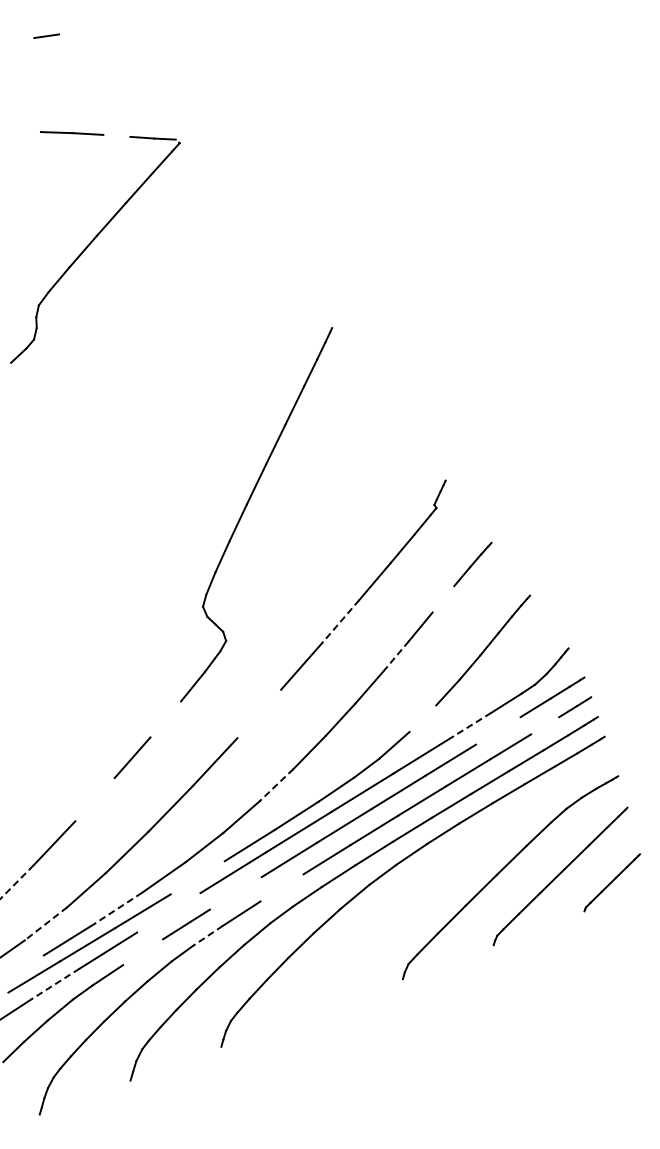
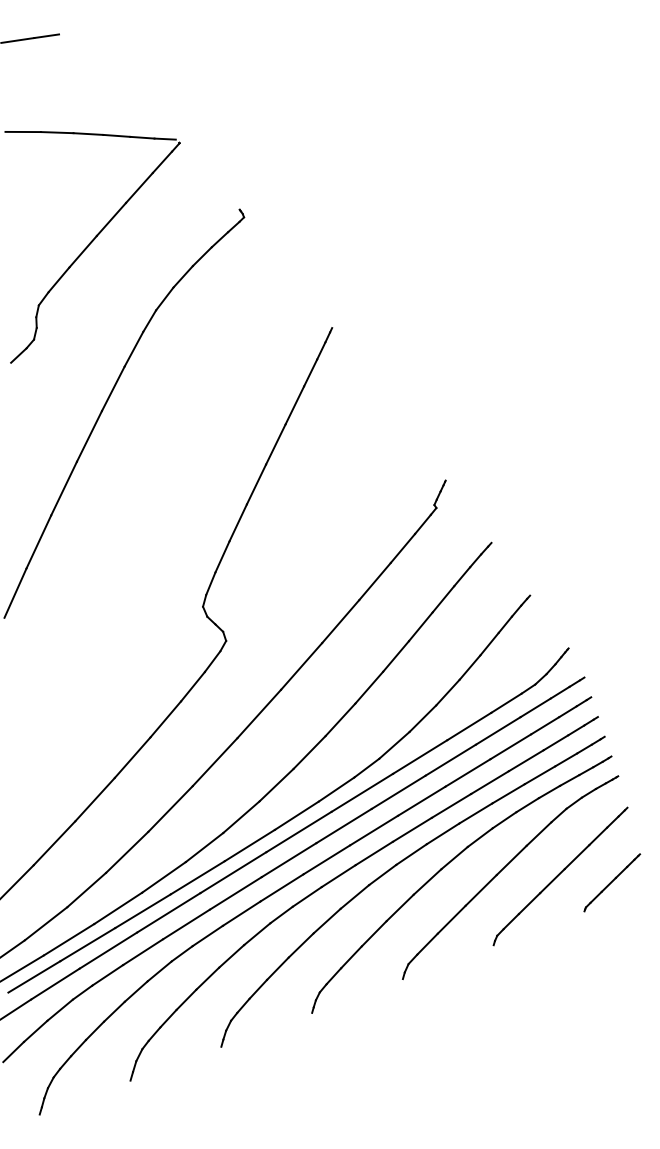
line at (18, 40): none -> present
line at (22, 131): none -> present
line at (116, 135): none -> present
part at (106, 404): none -> present
line at (443, 599): none -> present
line at (340, 621): dashed -> solid
line at (396, 656): dashed -> solid
line at (259, 713): none -> present
line at (422, 718): none -> present
line at (165, 719): none -> present
line at (545, 725): none -> present
line at (469, 726): dashed -> solid
line at (497, 730): none -> present
line at (276, 785): dashed -> solid
line at (94, 799): none -> present
part at (445, 867): none -> present
line at (197, 877): none -> present
line at (16, 882): dashed -> solid
line at (281, 887): none -> present
line at (235, 893): none -> present
line at (118, 908): dashed -> solid
line at (168, 912): none -> present
line at (46, 923): dashed -> solid
line at (207, 936): dashed -> solid
line at (143, 952): none -> present
line at (22, 967): none -> present
line at (55, 984): dashed -> solid
